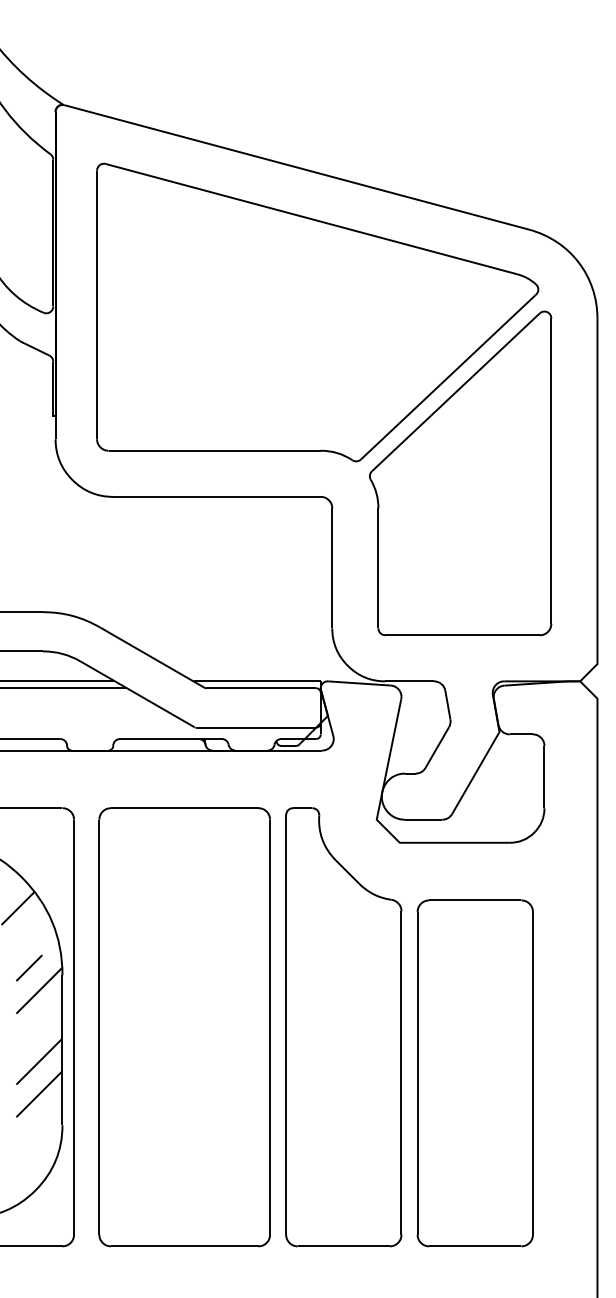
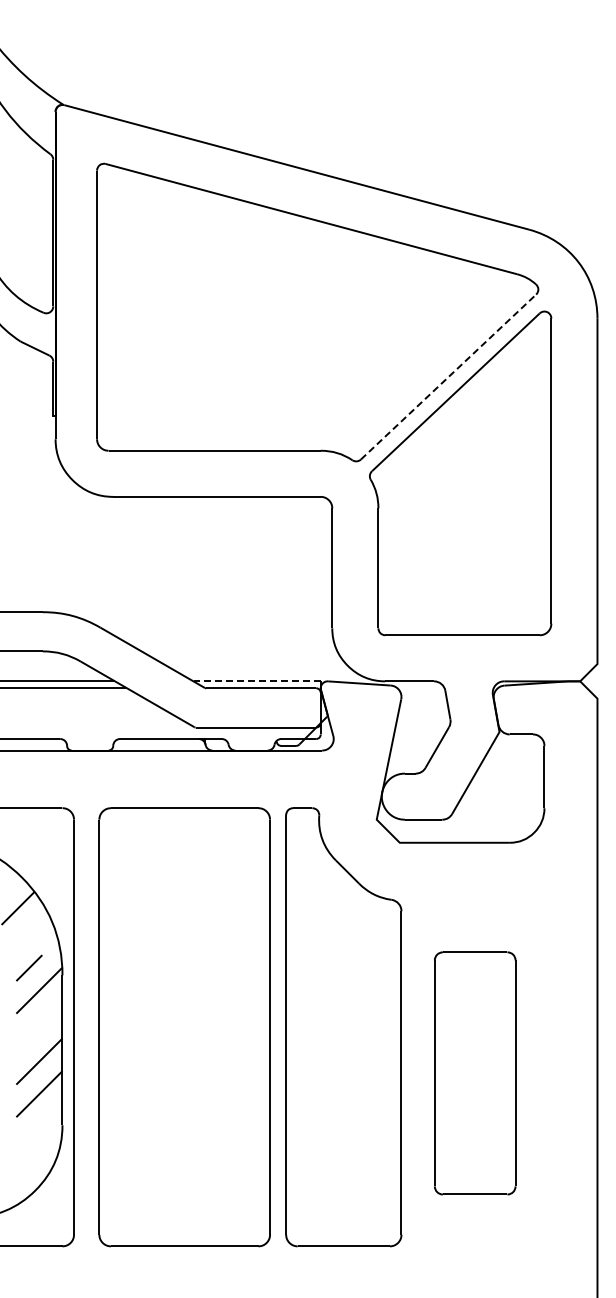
line at (448, 376): solid -> dashed
line at (257, 681): solid -> dashed
part at (474, 1073) size: 118x349 px -> 83x245 px
